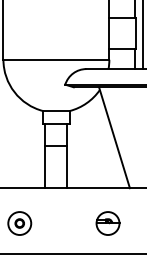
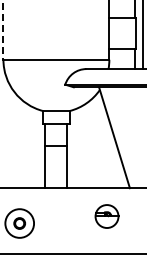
line at (3, 30): solid -> dashed
part at (19, 223) size: 26x25 px -> 31x31 px
part at (107, 223) position: (107, 223) -> (106, 216)
